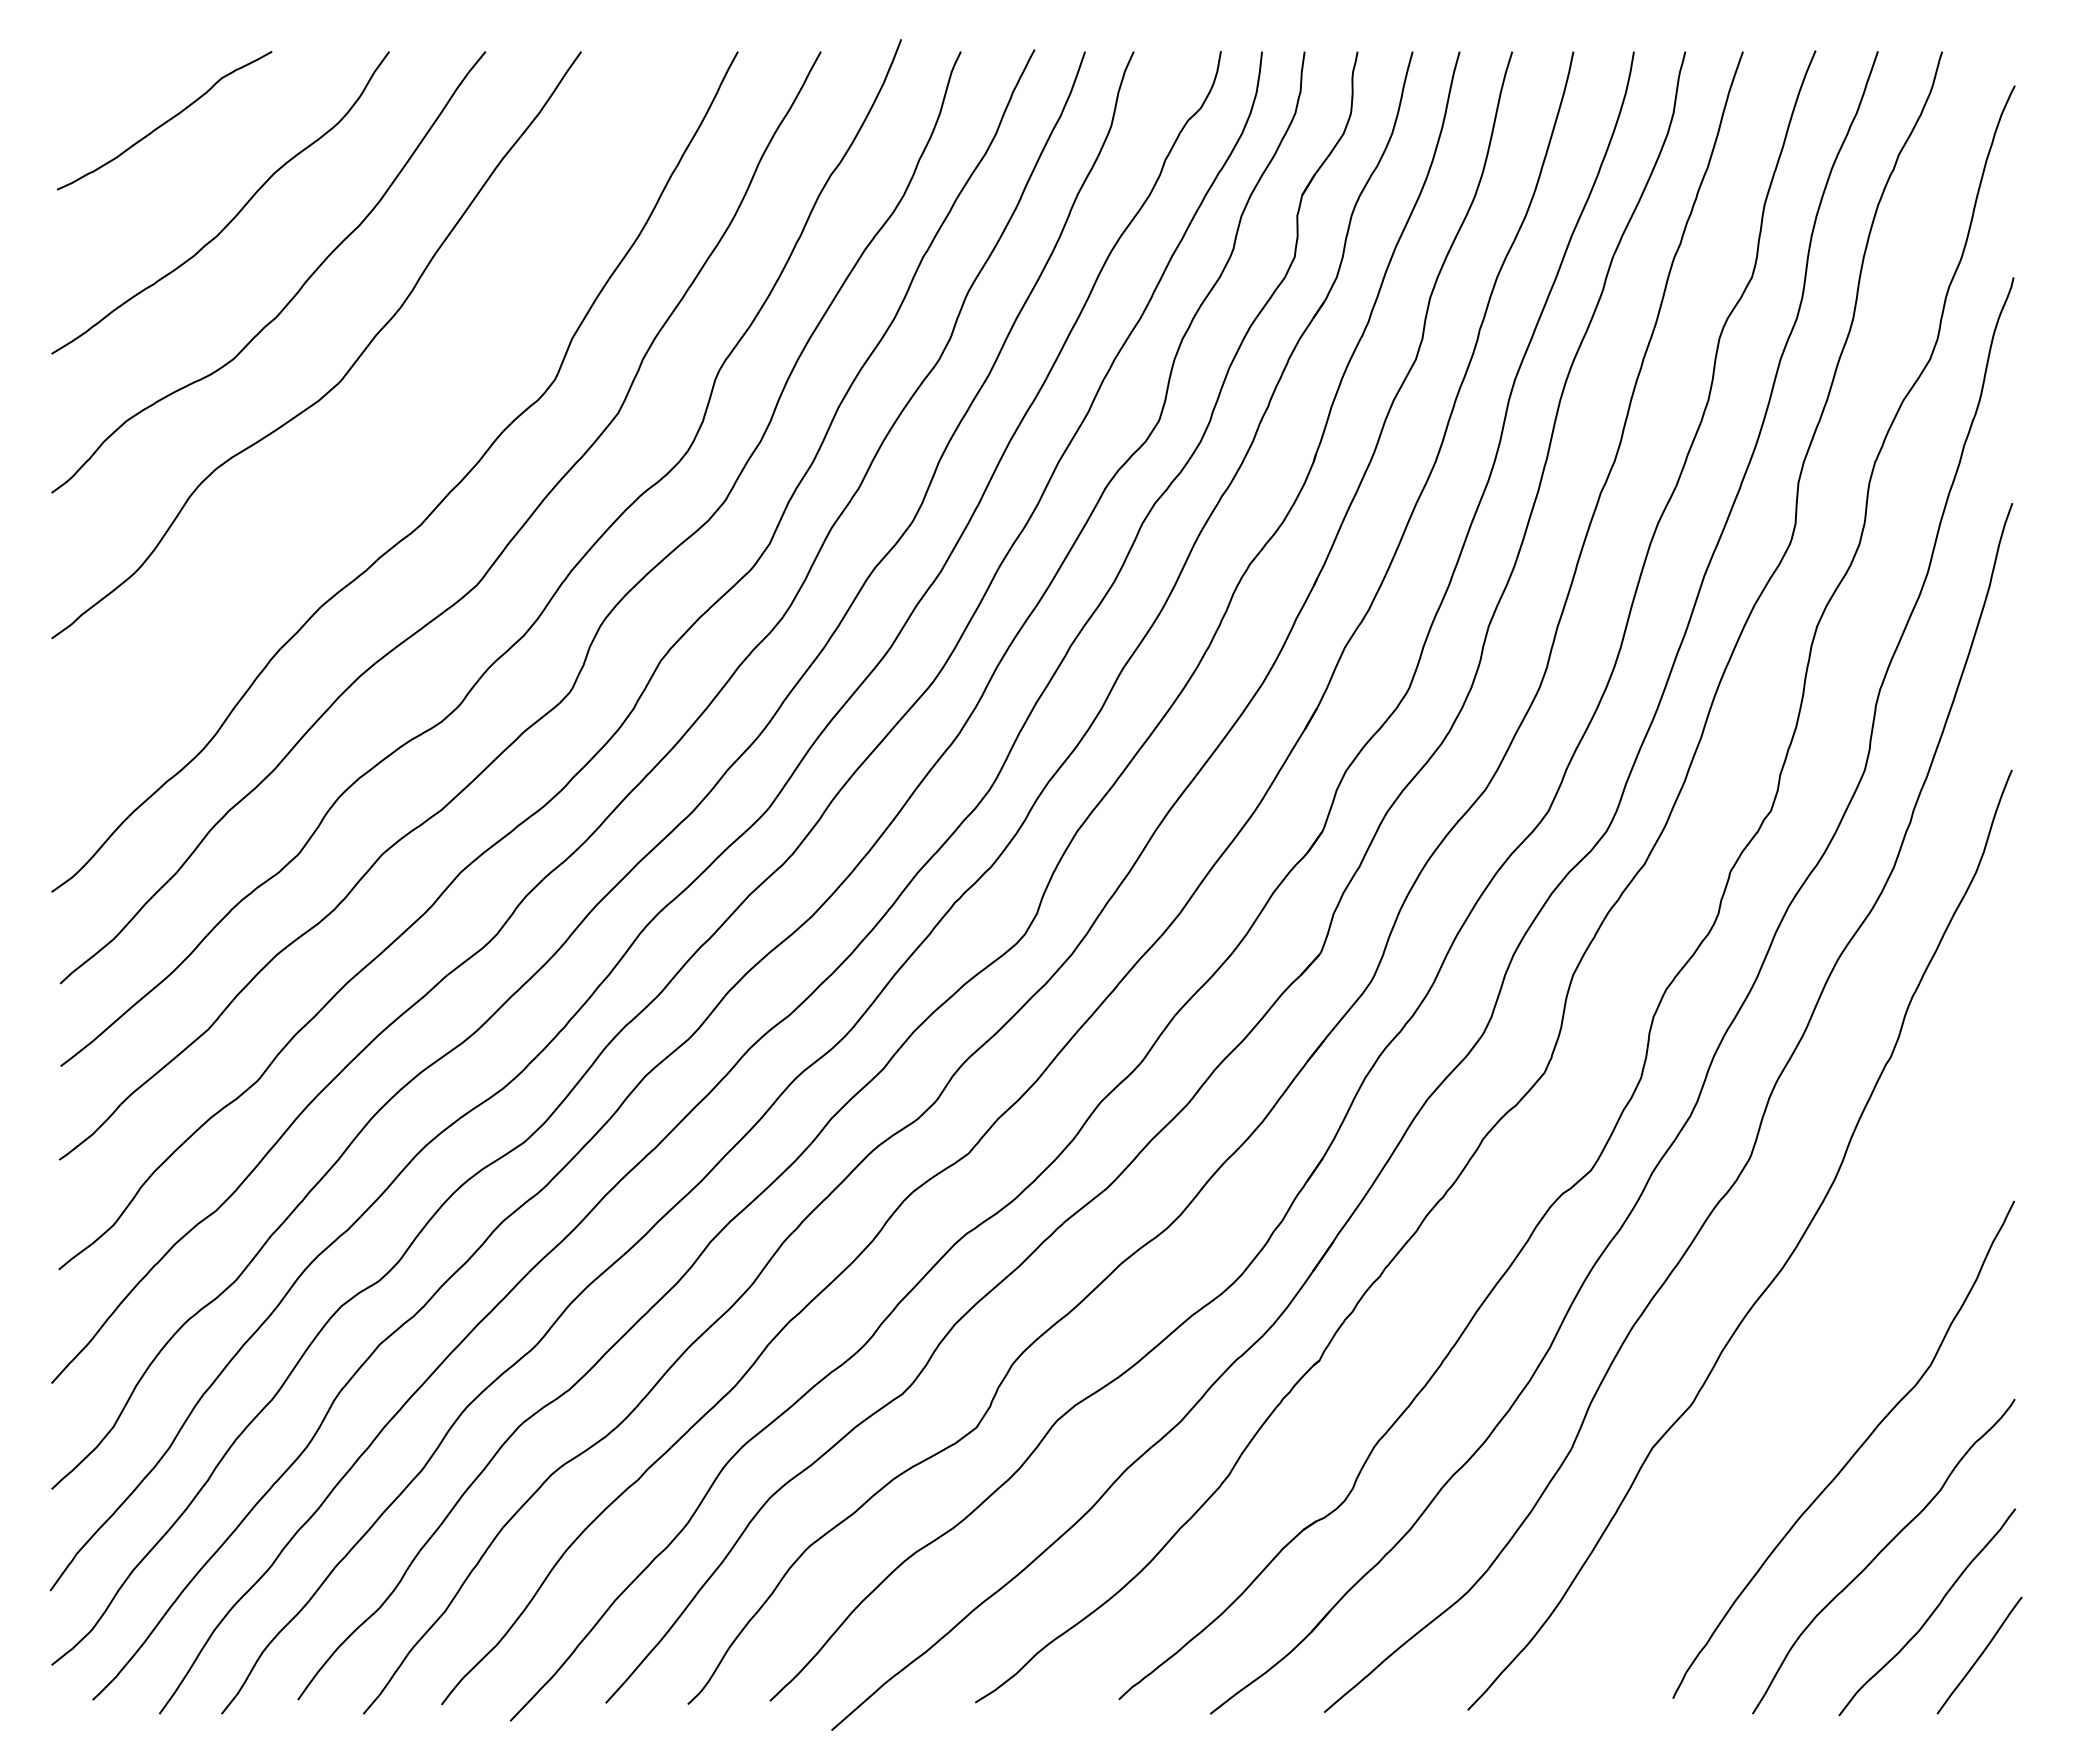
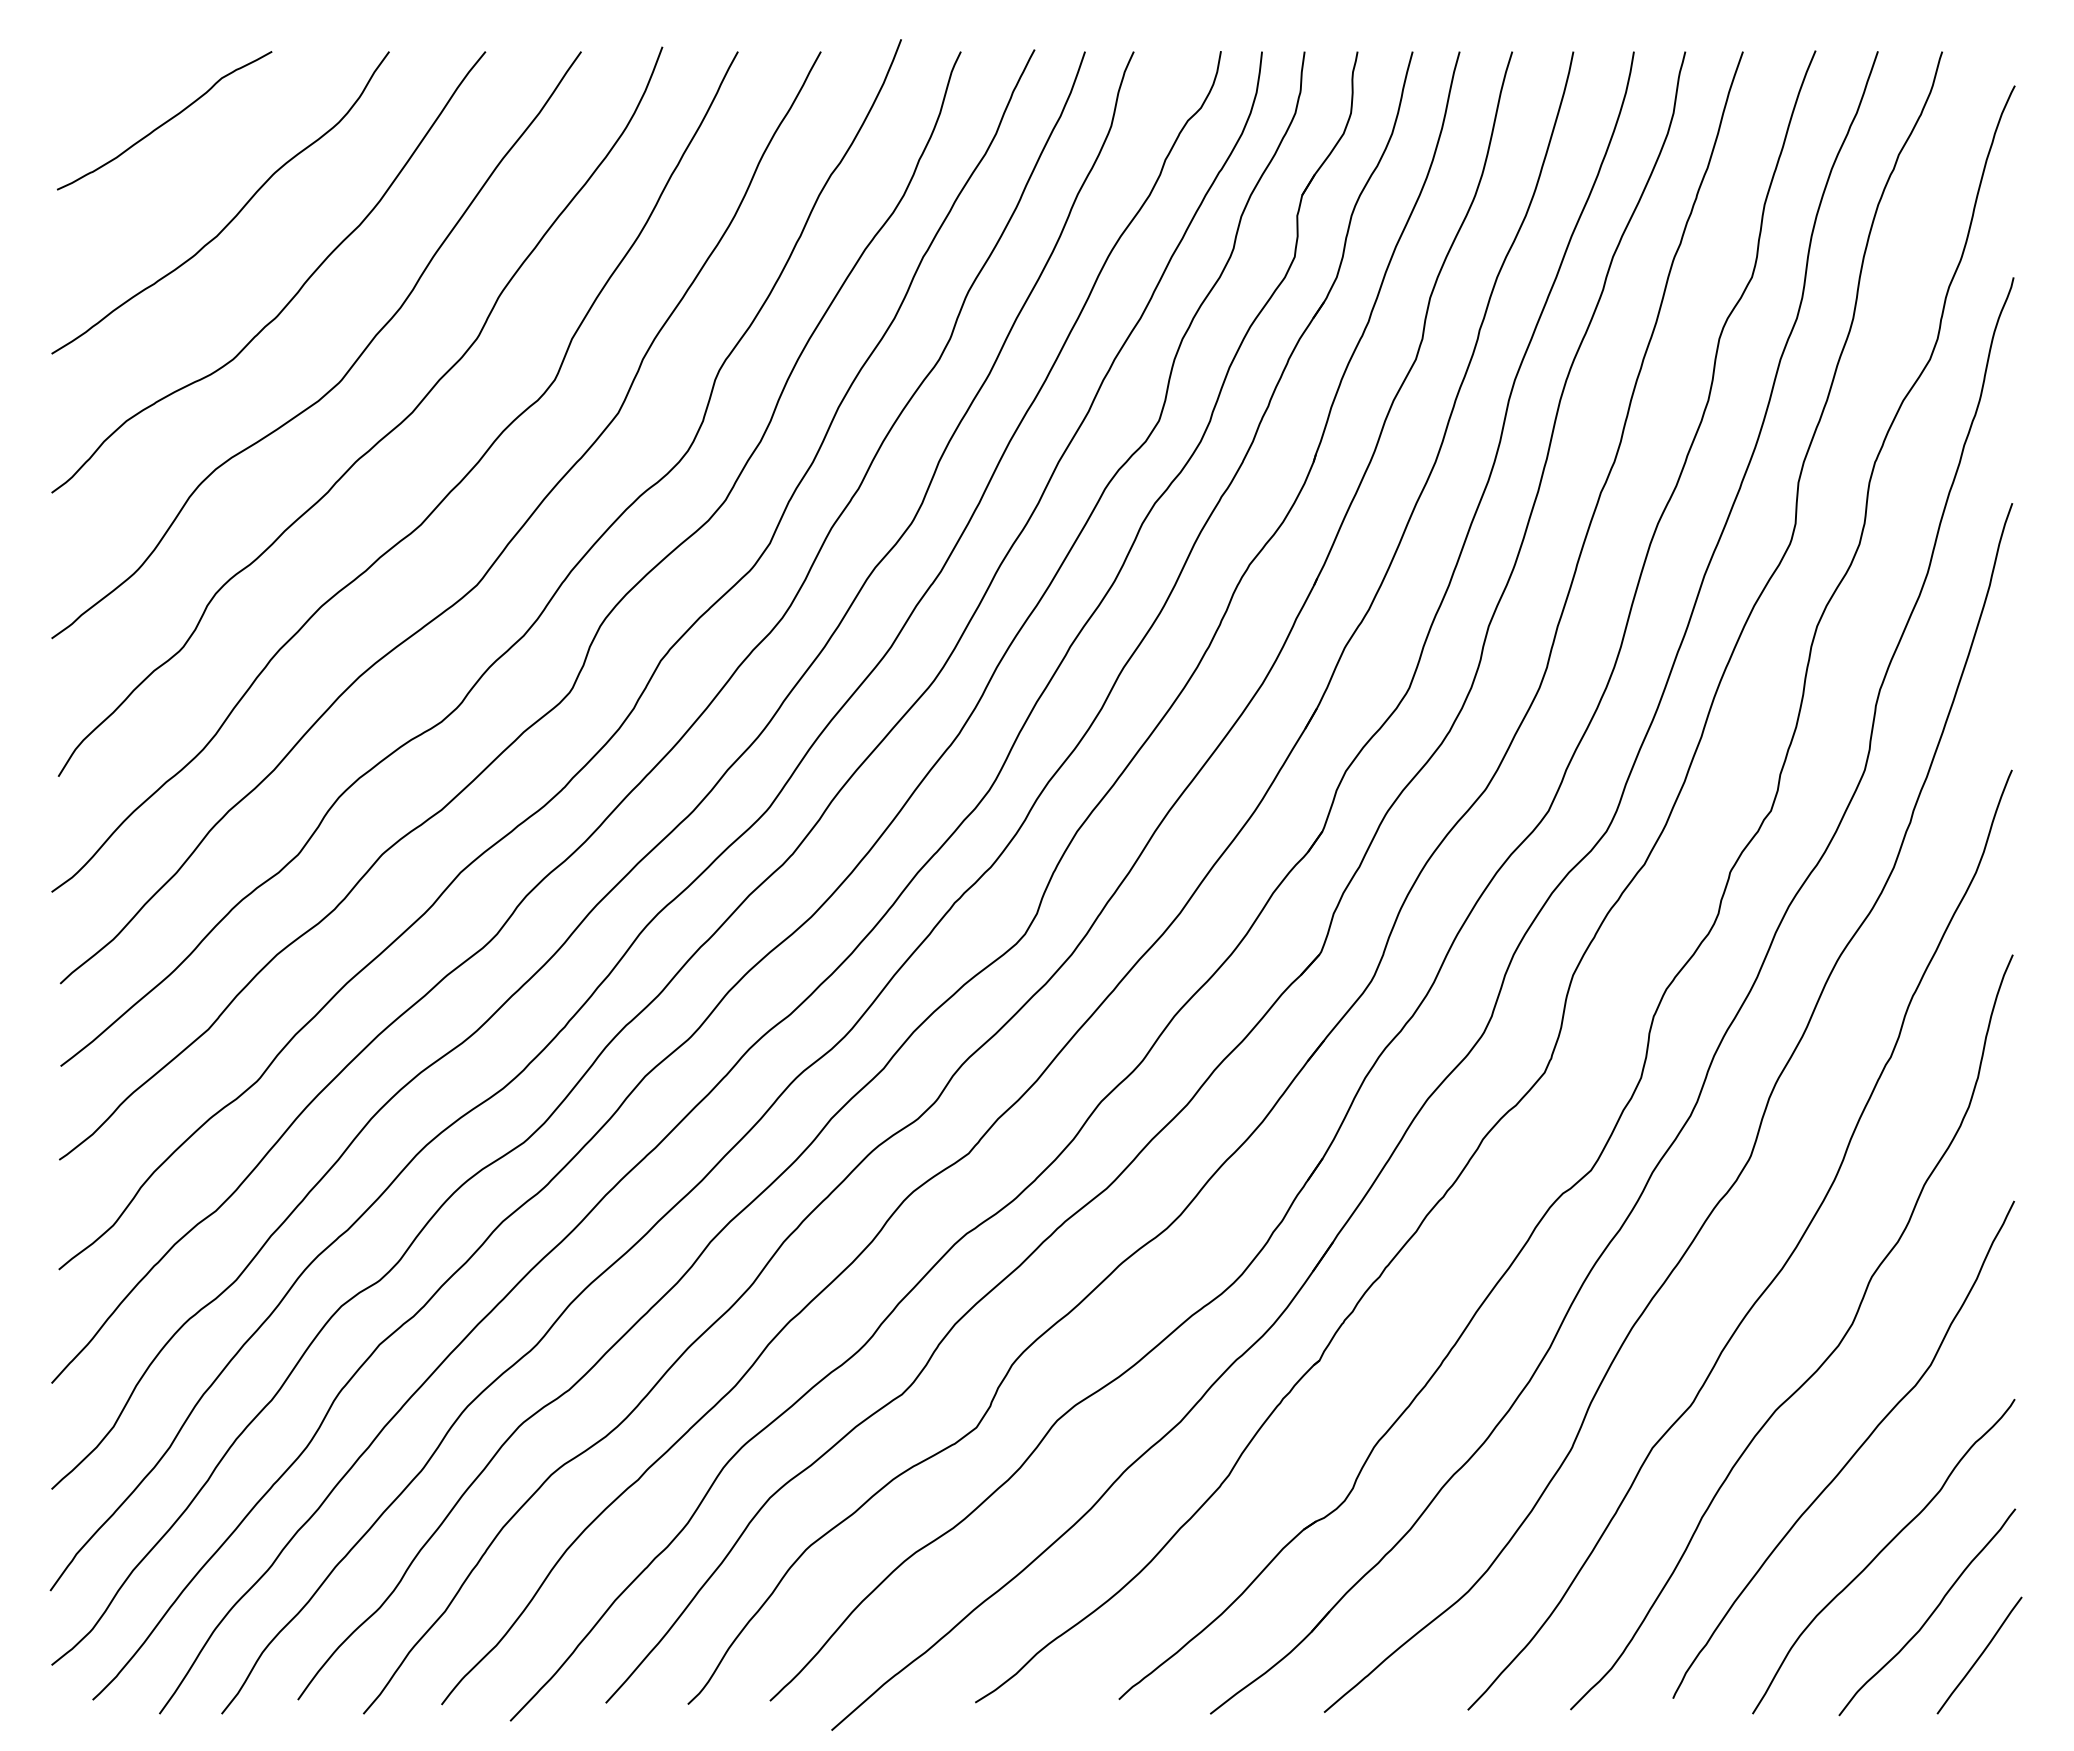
curve at (384, 435): none -> present
curve at (1822, 1362): none -> present
